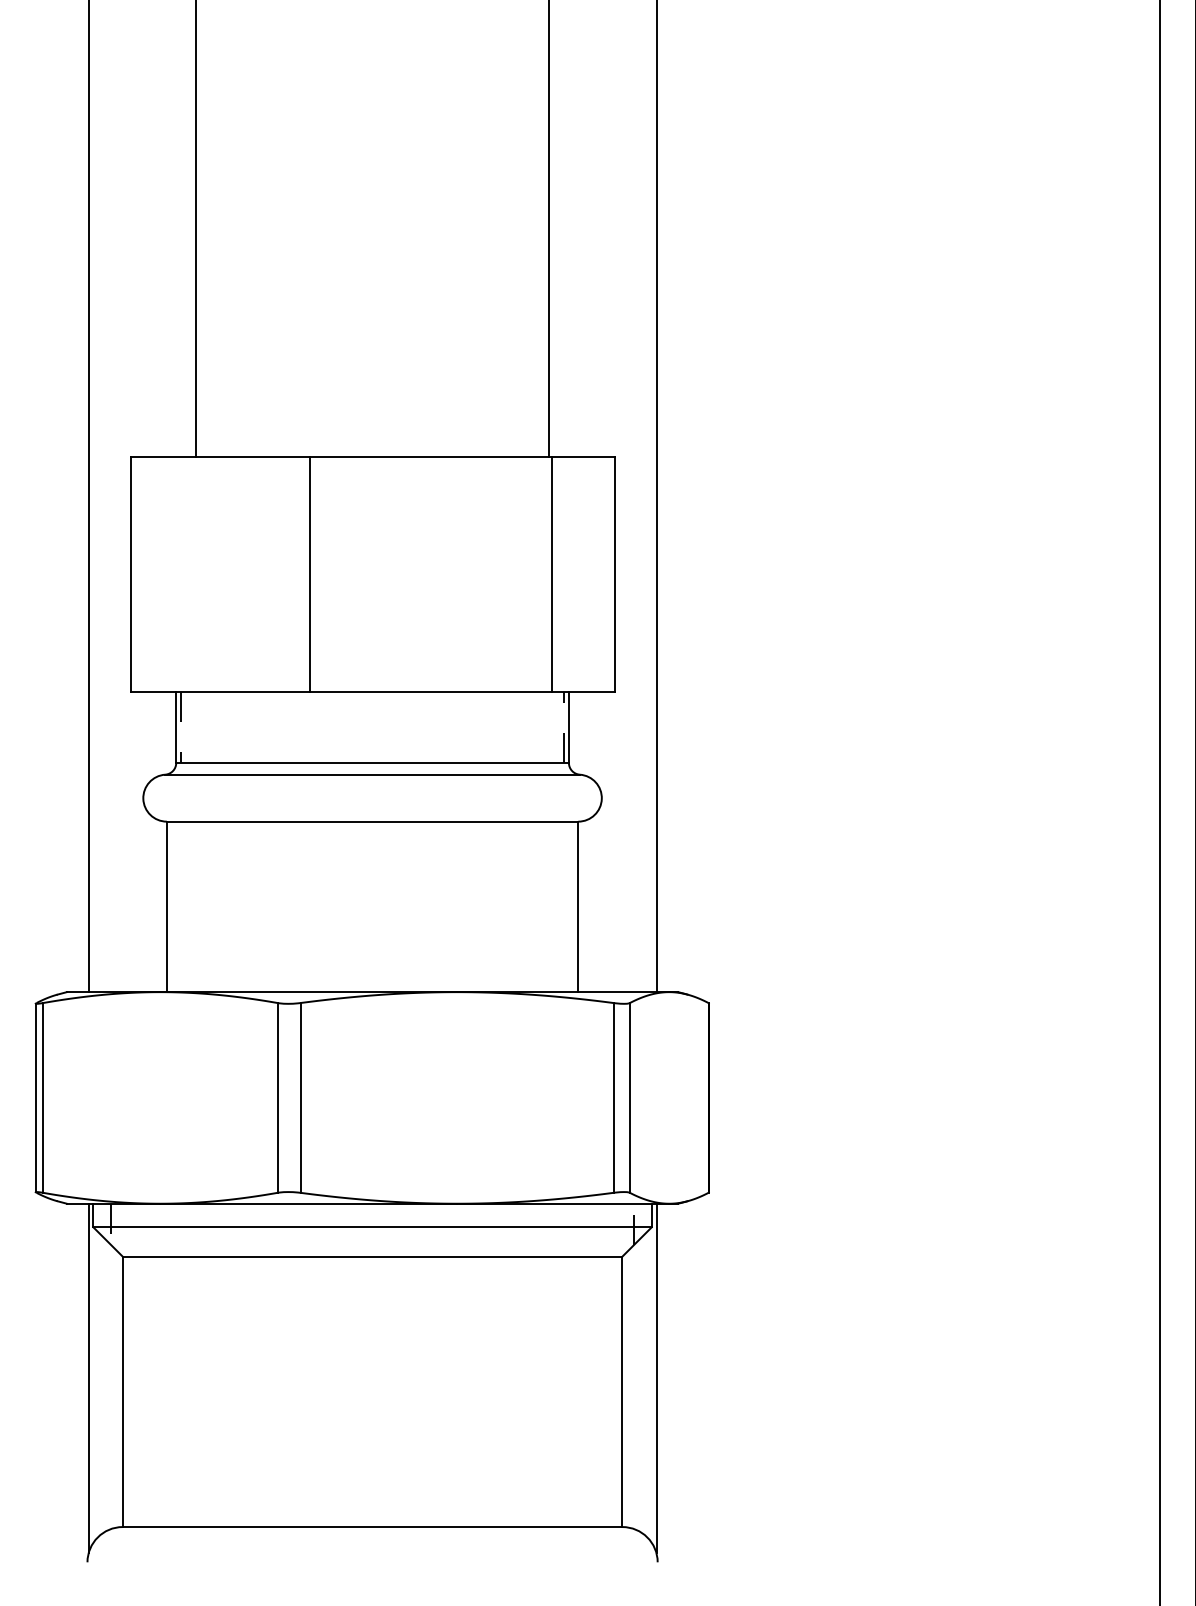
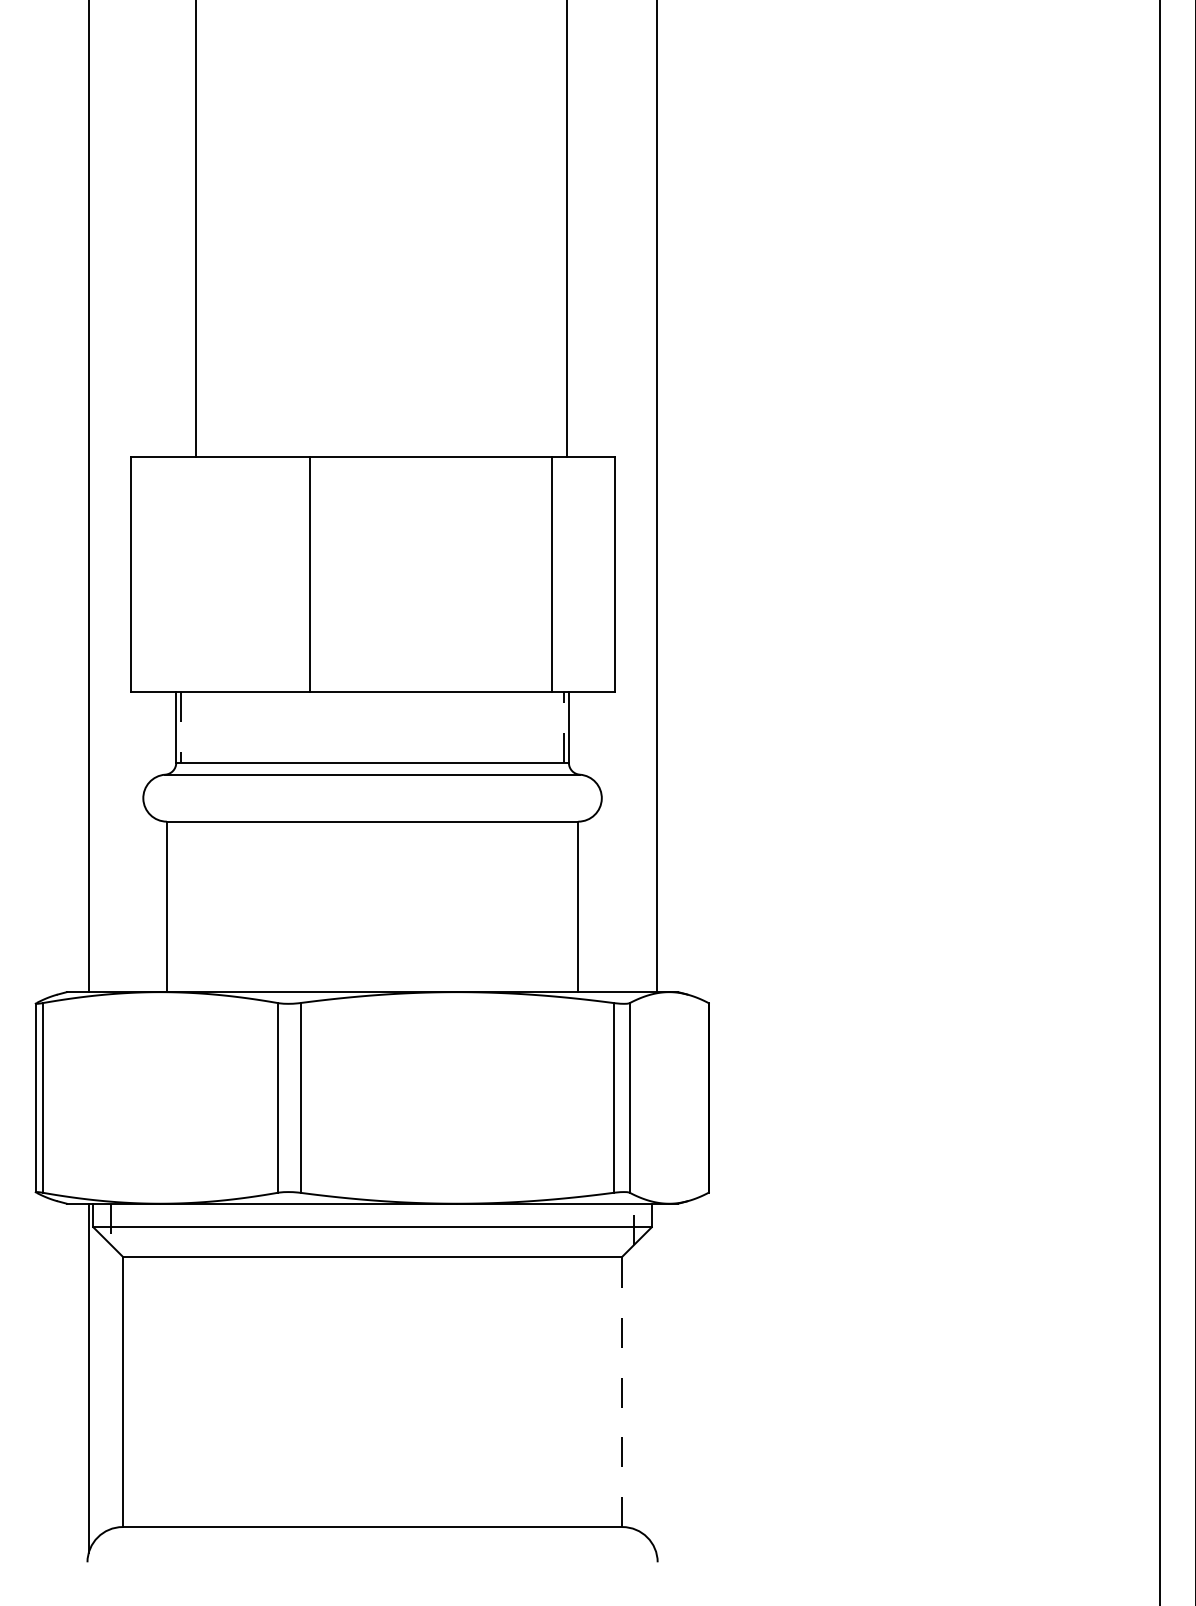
line at (548, 229) position: (548, 229) -> (566, 229)
line at (656, 1378): present -> none
line at (622, 1391): solid -> dashed
